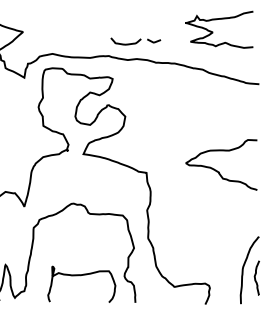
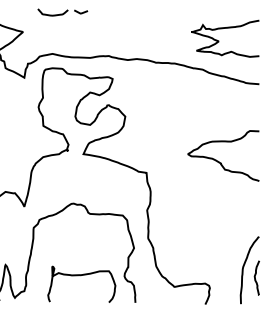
curve at (213, 31) position: (213, 31) -> (219, 40)
part at (135, 41) position: (135, 41) -> (62, 12)
curve at (216, 169) position: (216, 169) -> (218, 160)
